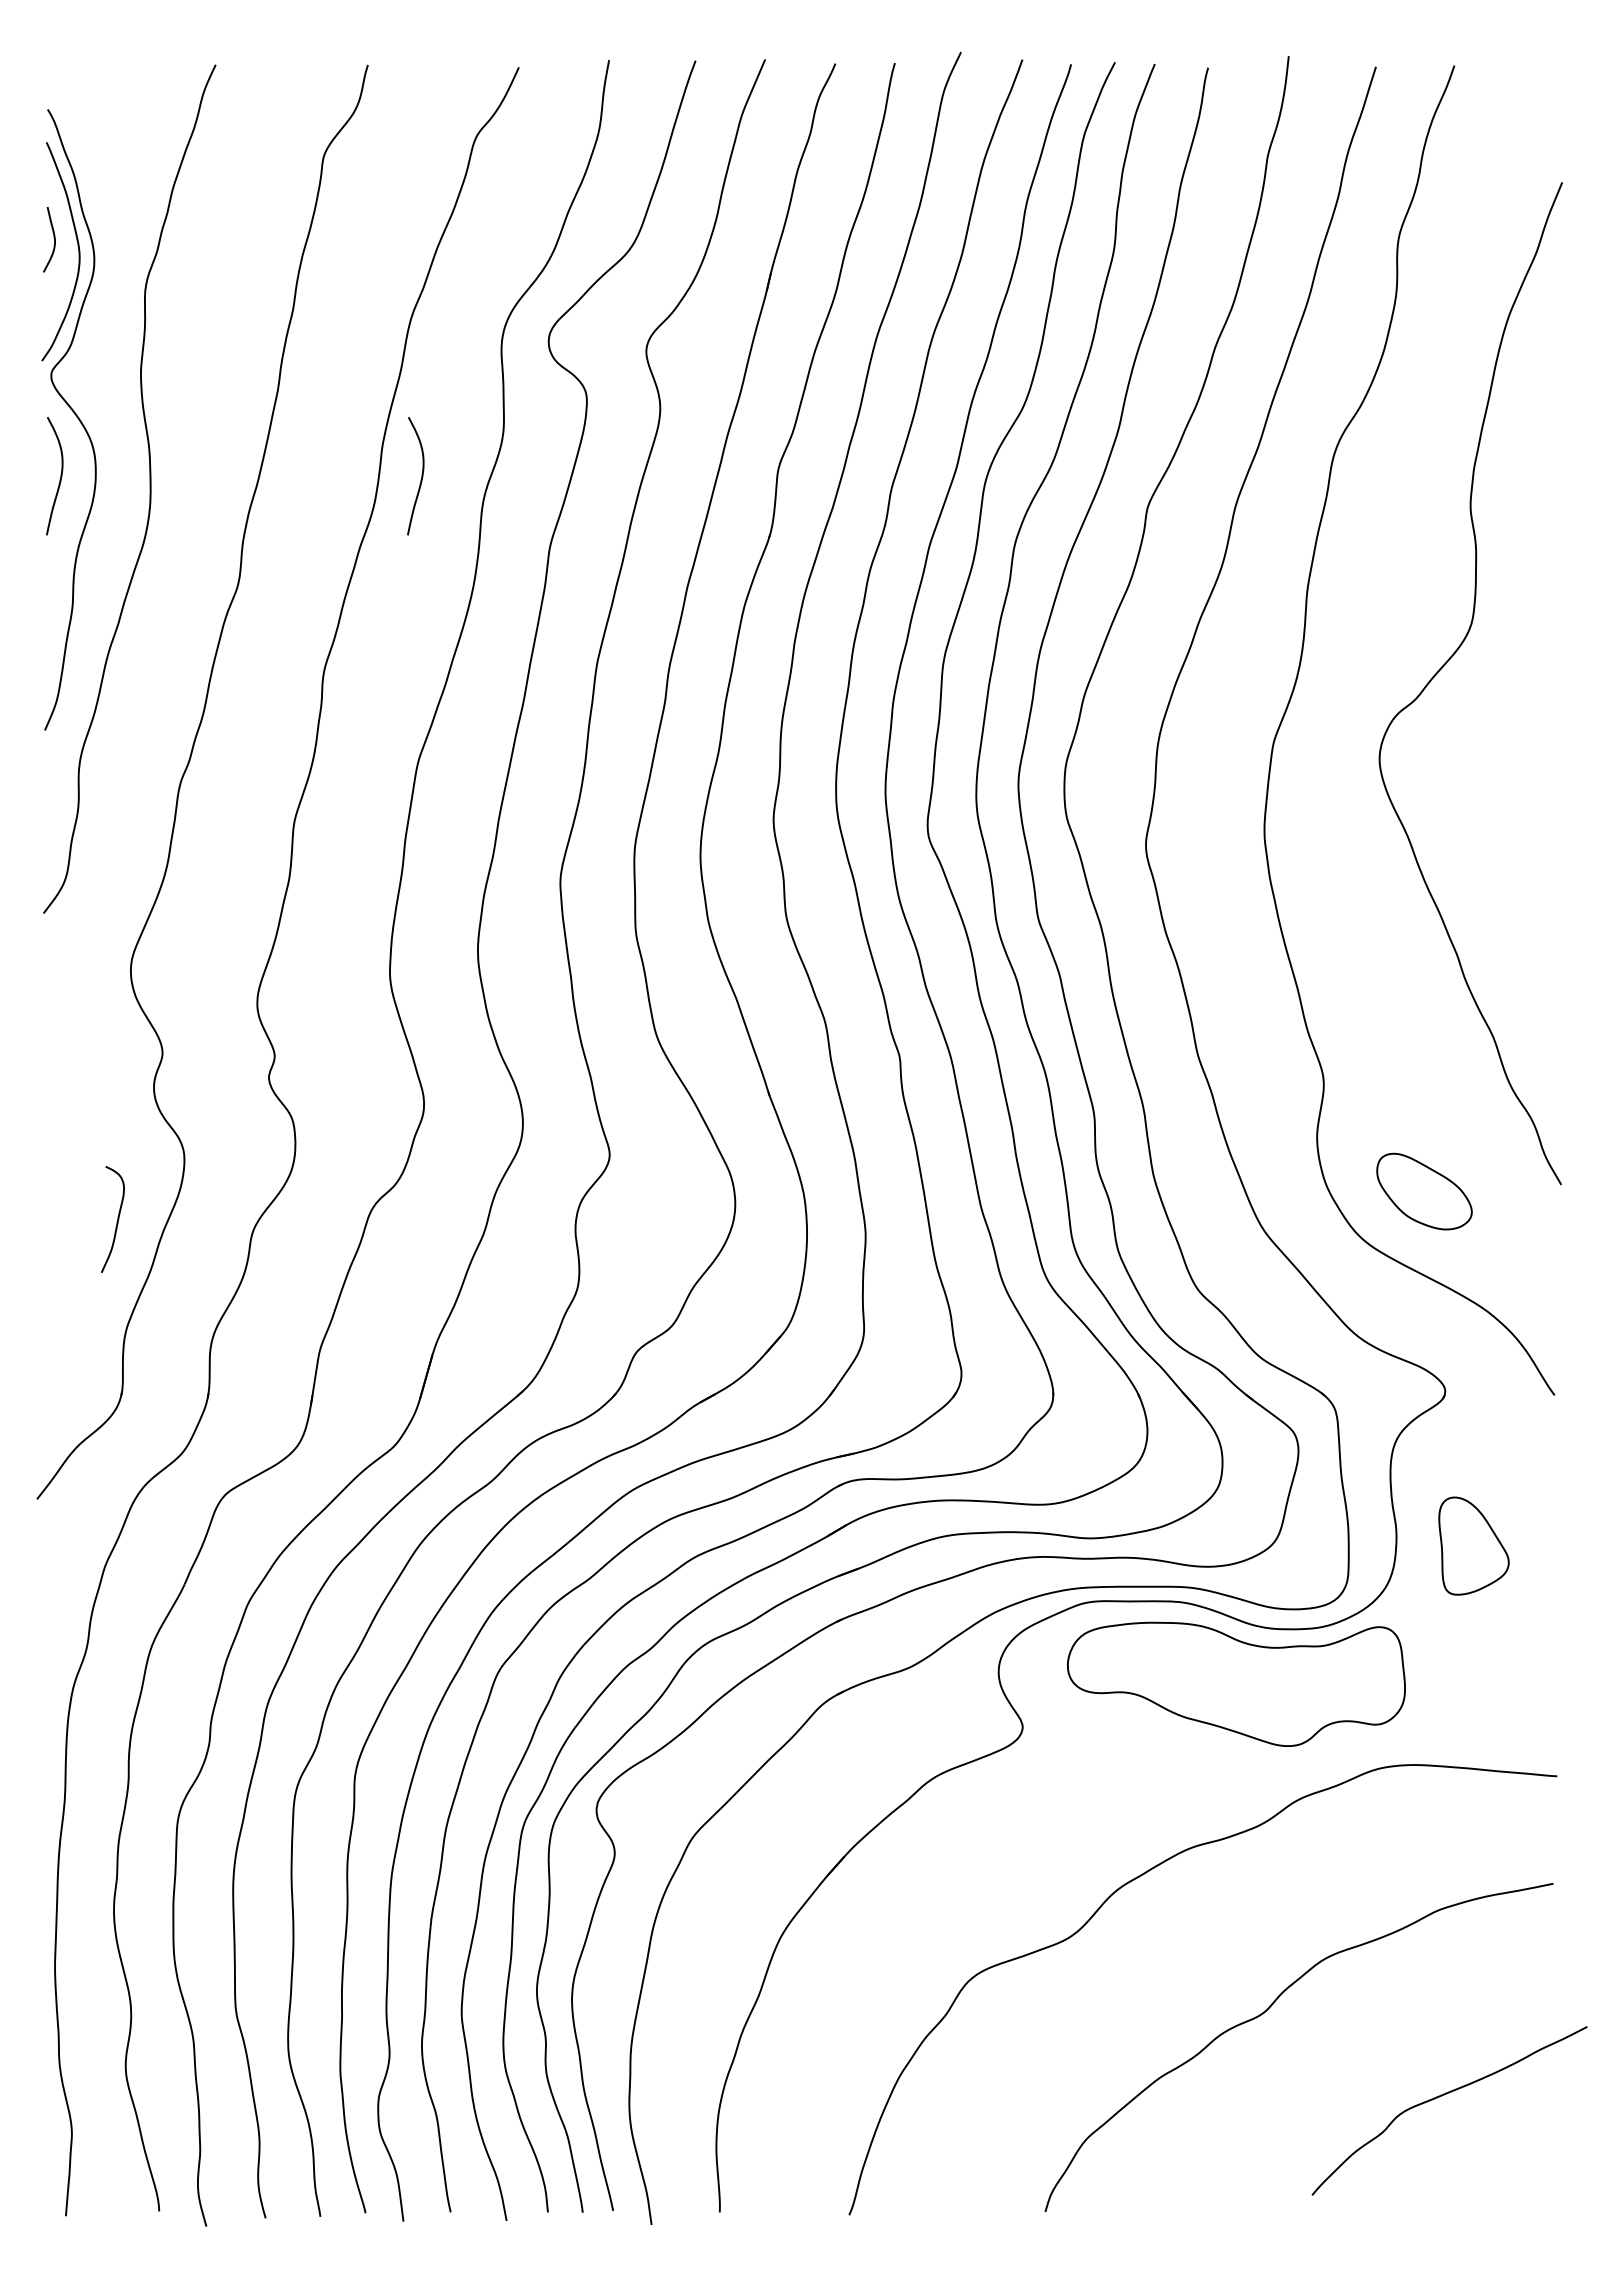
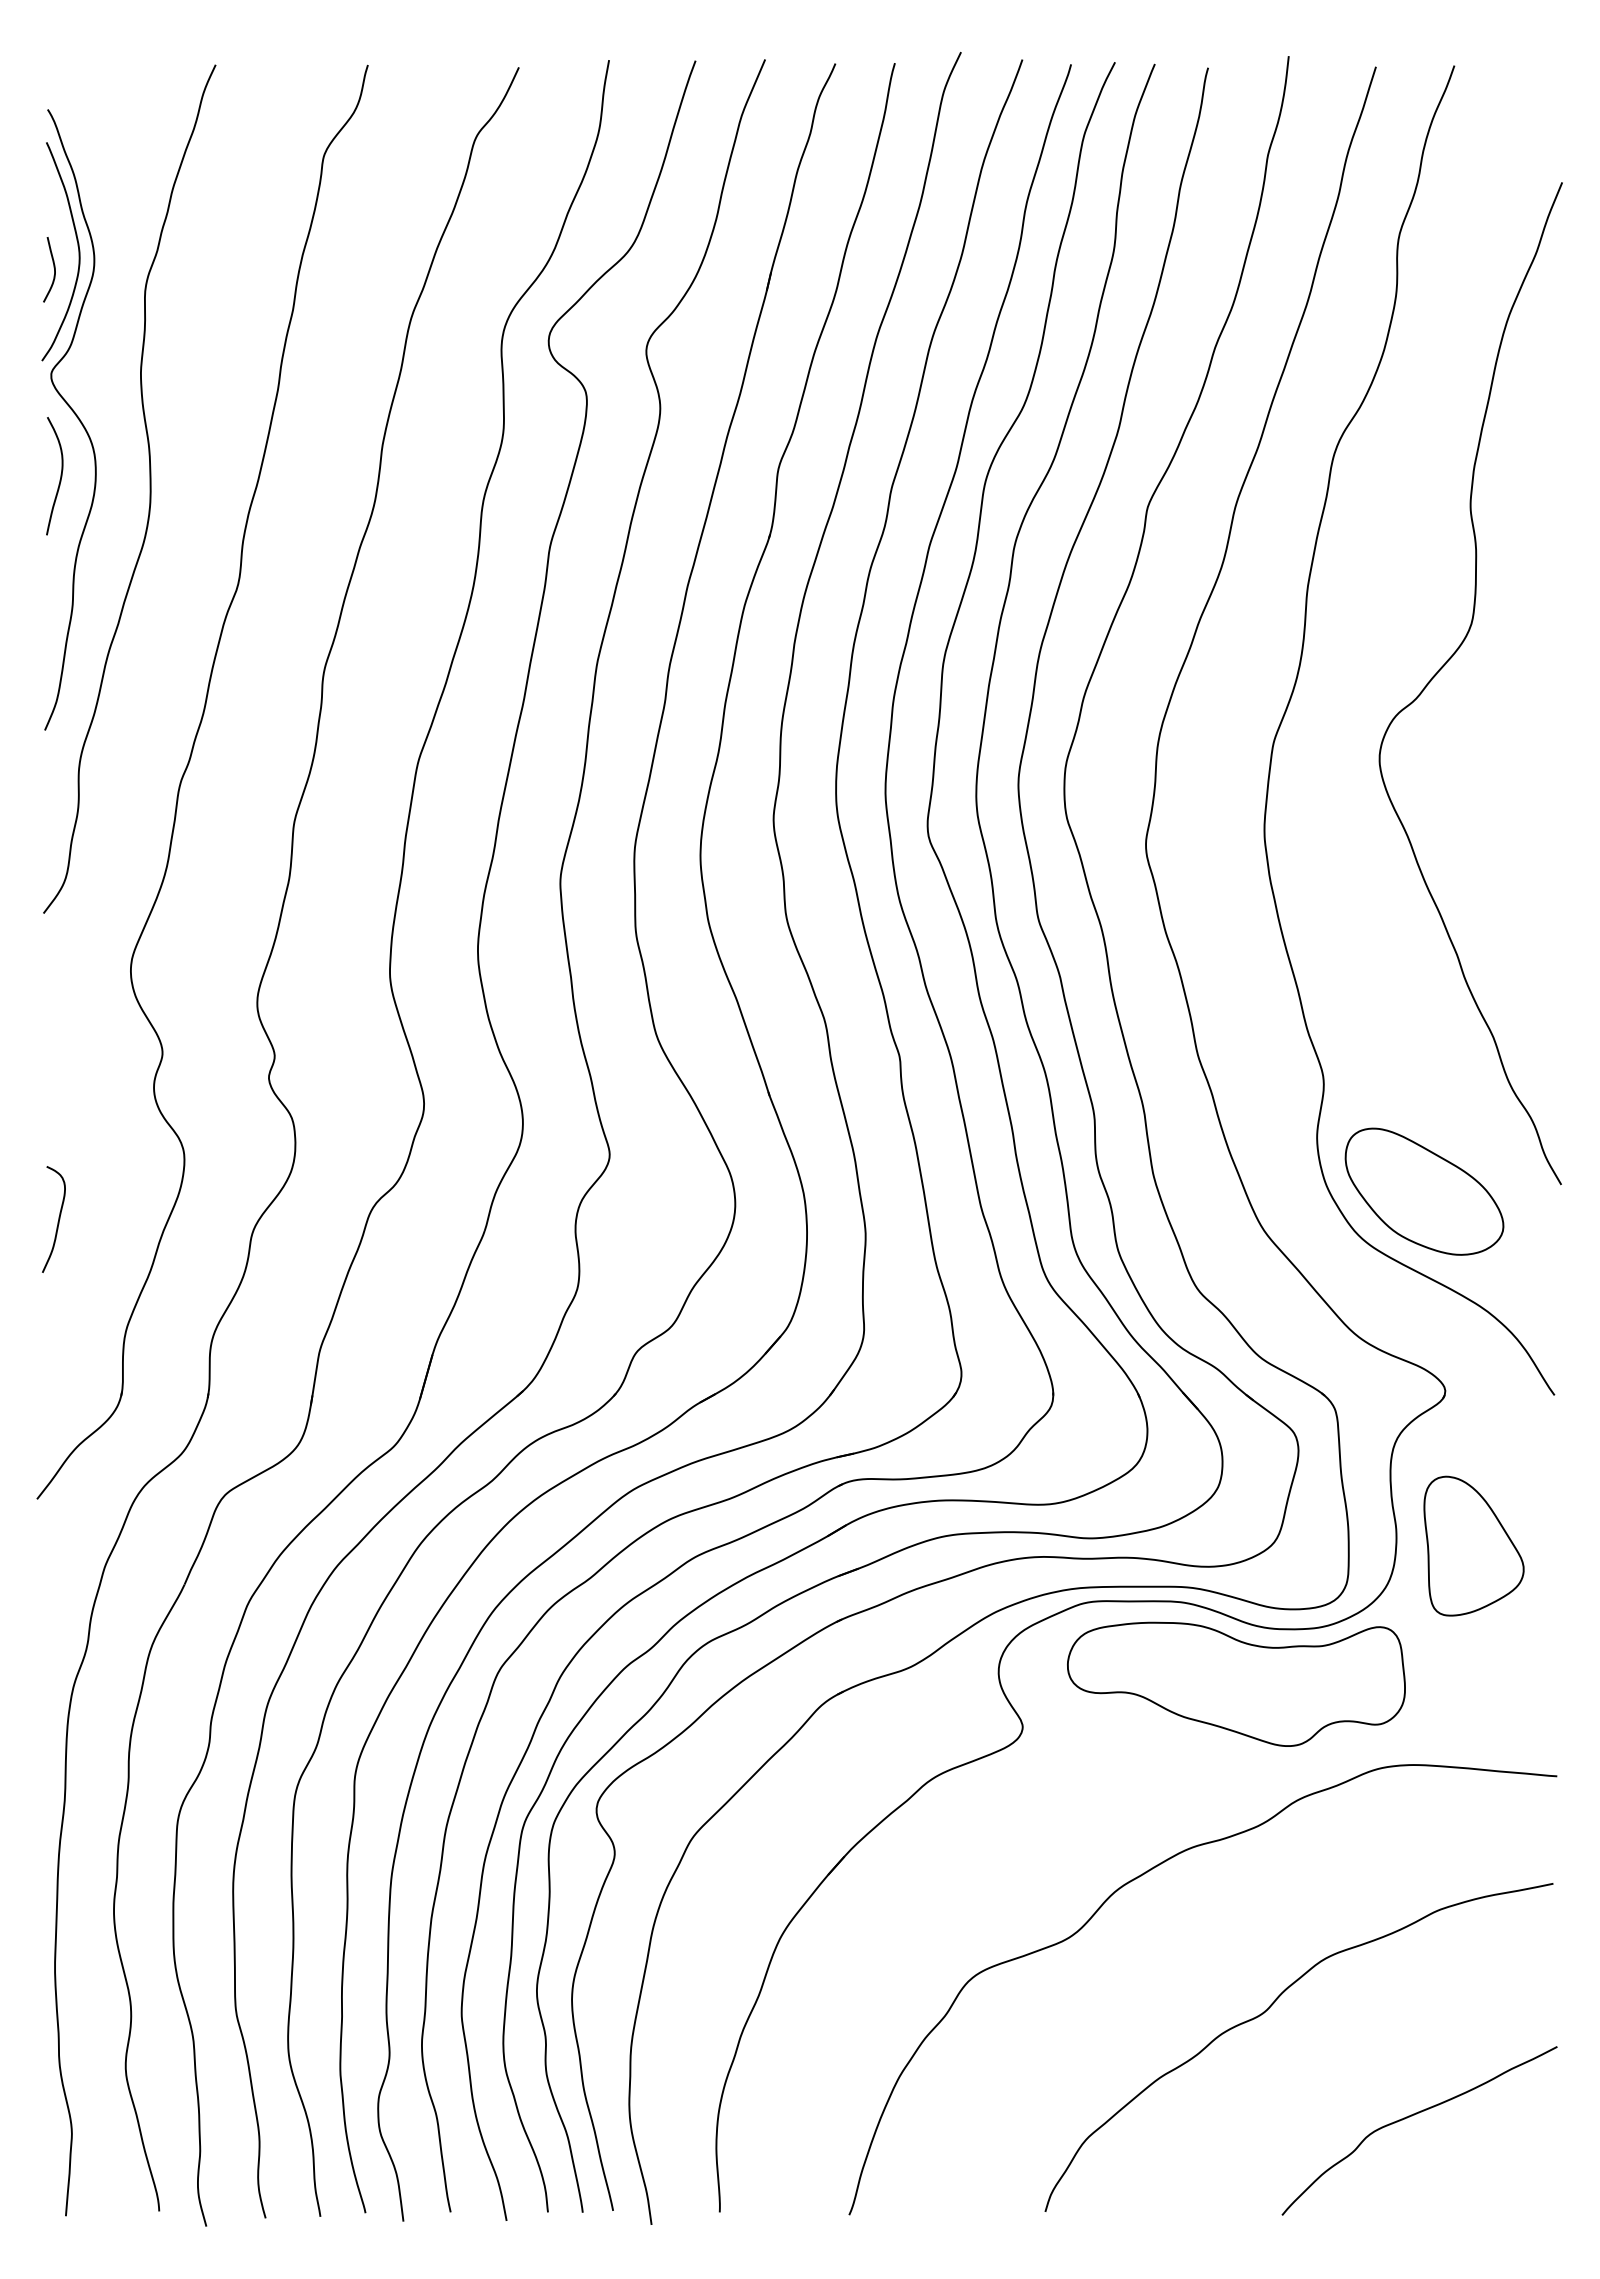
curve at (53, 237) position: (53, 237) -> (53, 267)
curve at (420, 479): present -> none
part at (1424, 1191) size: 97x79 px -> 161x129 px
curve at (116, 1221) position: (116, 1221) -> (57, 1221)
part at (1473, 1545) size: 72x100 px -> 102x142 px
curve at (1442, 2096) position: (1442, 2096) -> (1412, 2116)
